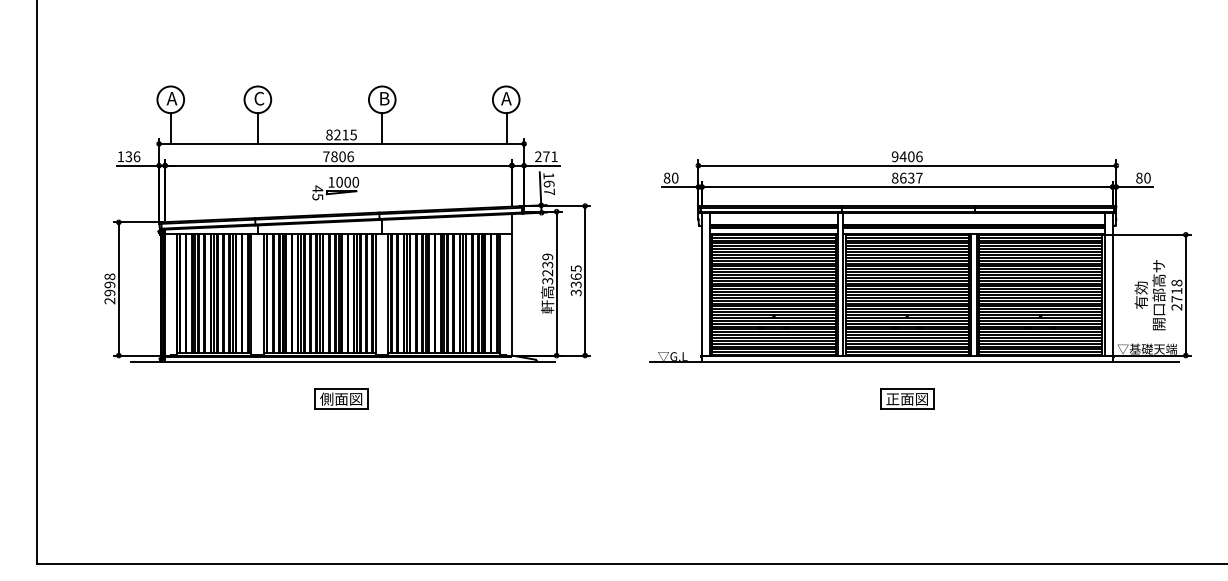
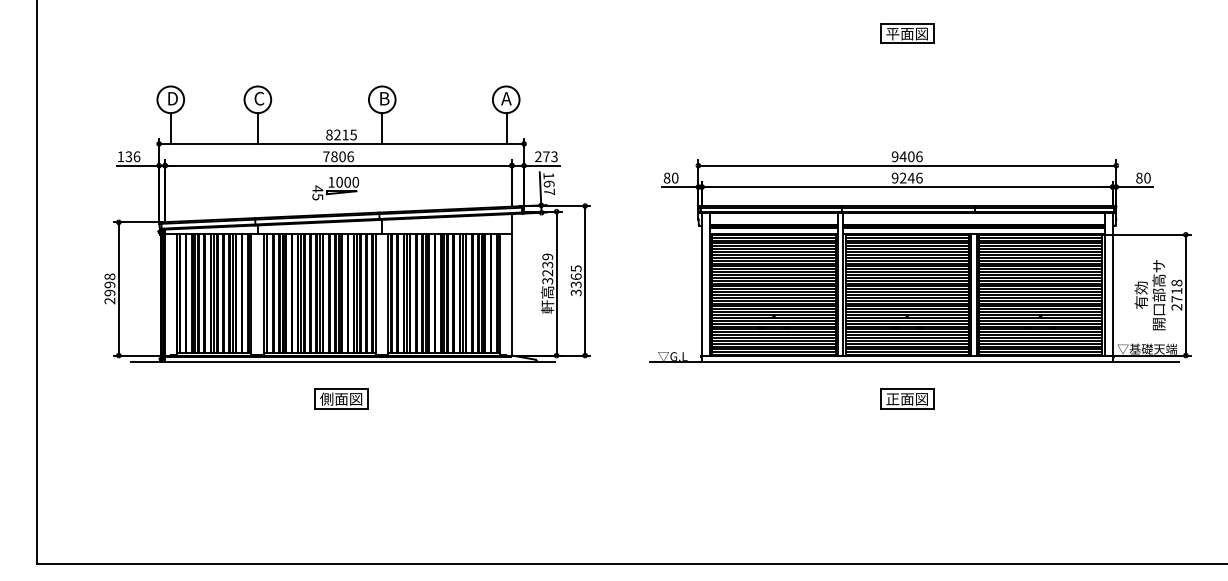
part at (907, 33): none -> present
text at (171, 98): A -> D
text at (554, 156): 271 -> 273
text at (906, 177): 8637 -> 9246
